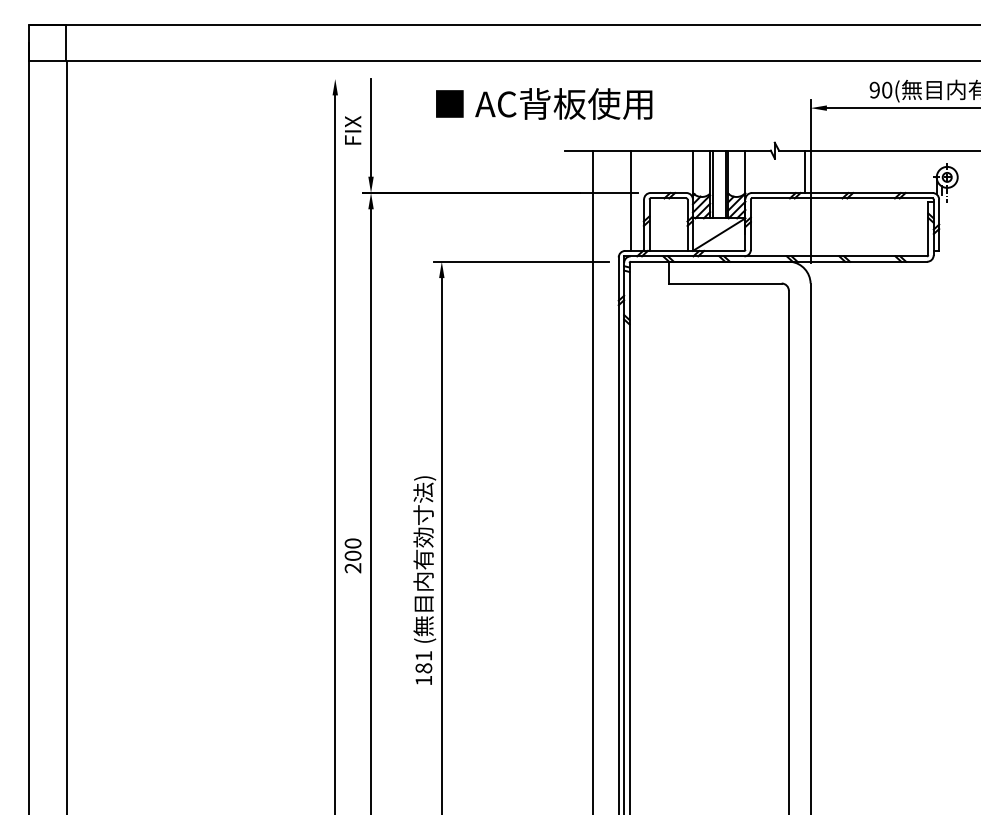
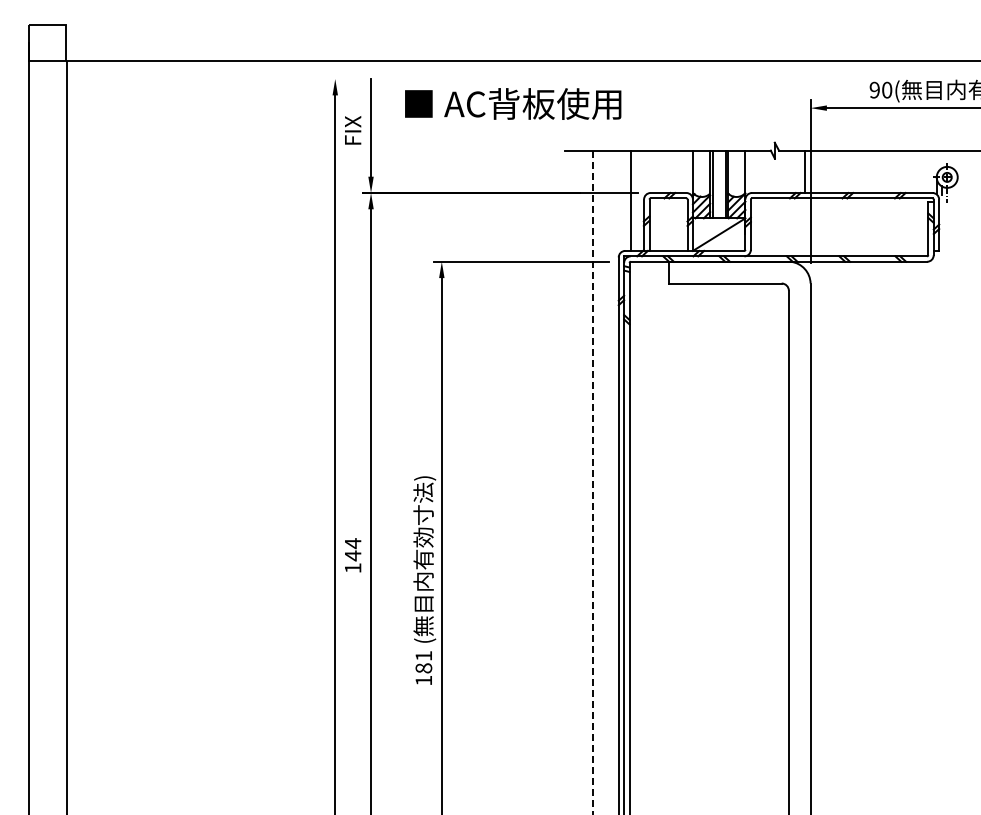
line at (503, 24): present -> none
text at (544, 103) position: (544, 103) -> (513, 103)
line at (593, 482): solid -> dashed
text at (352, 555): 200 -> 144
